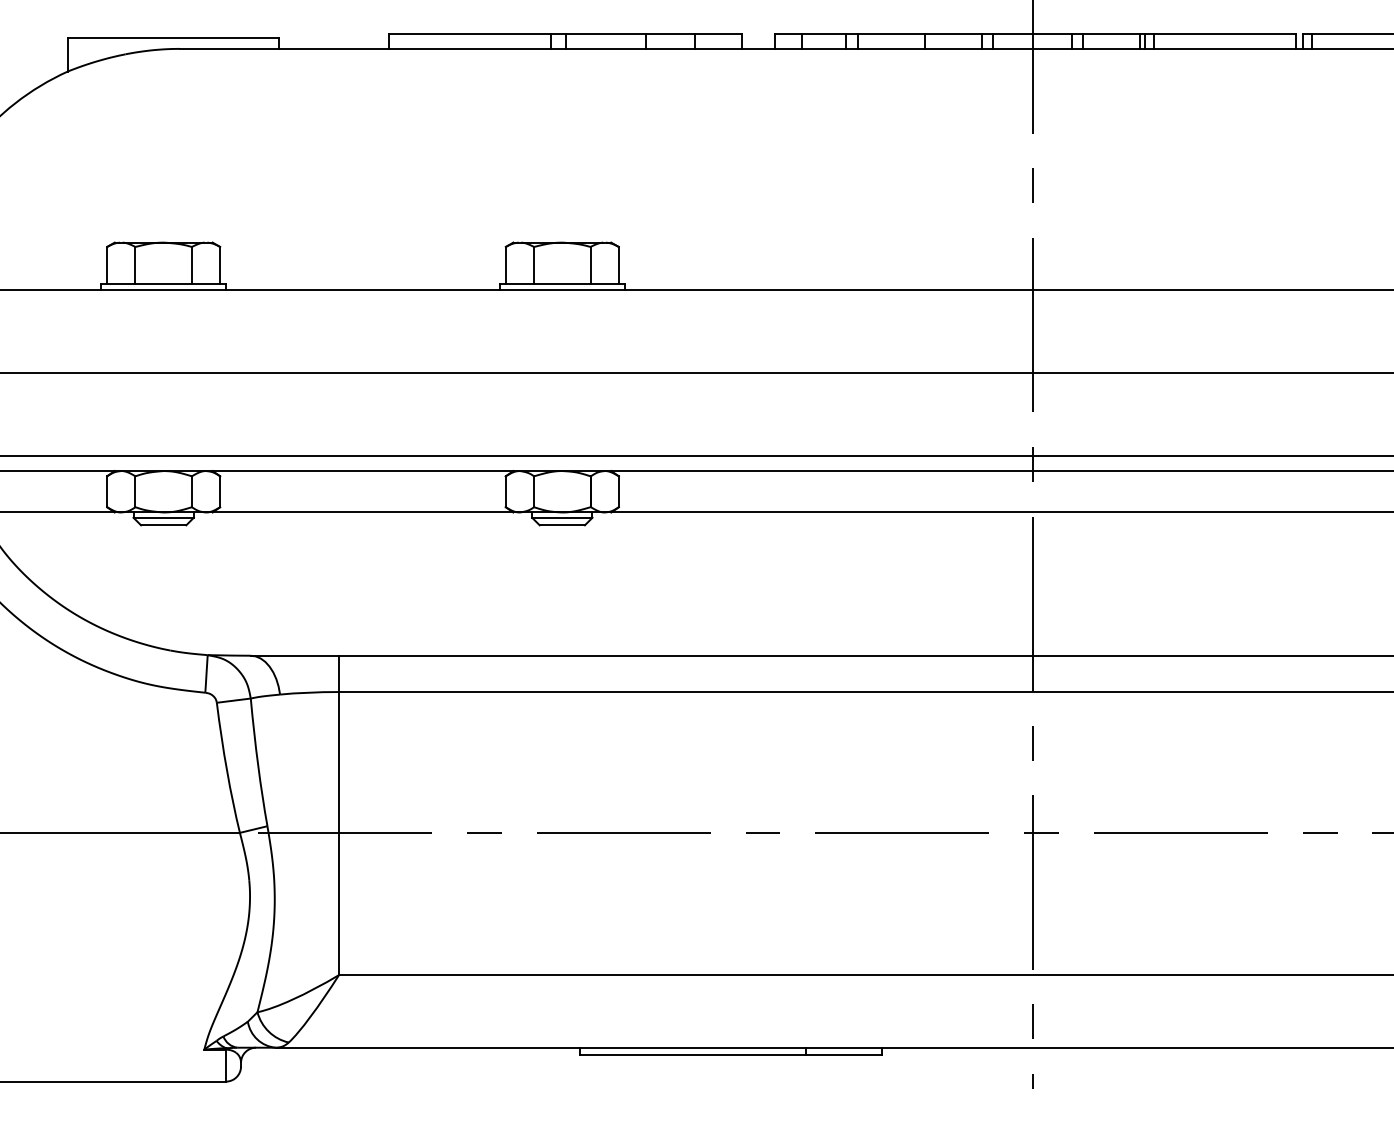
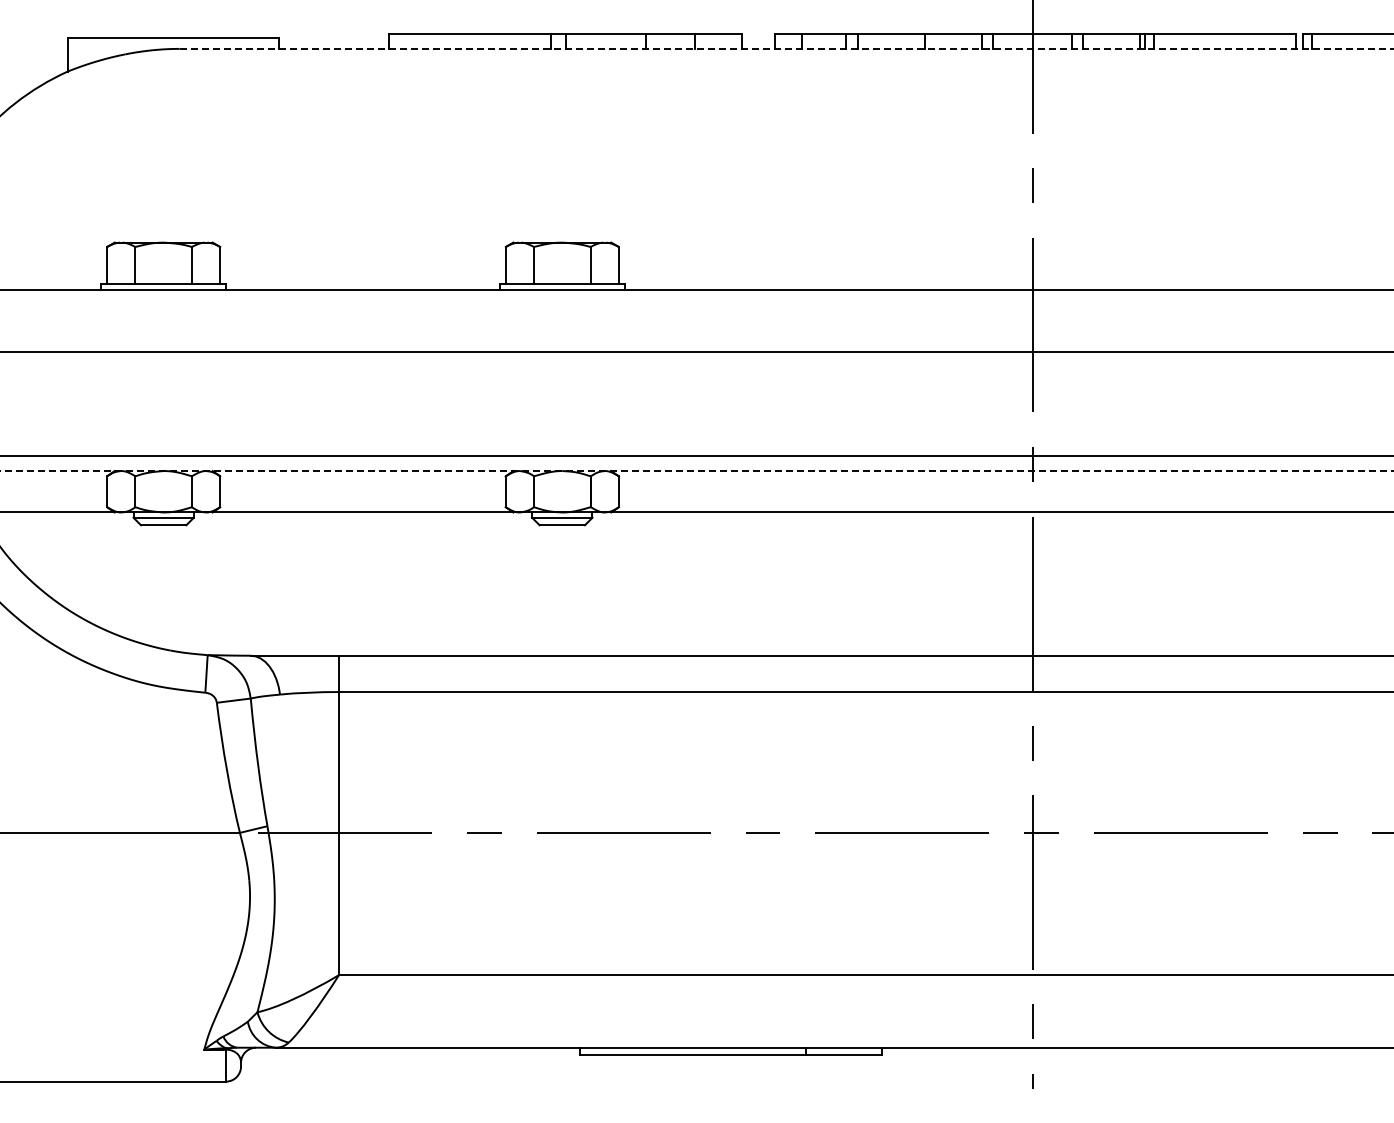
line at (786, 48): solid -> dashed
line at (696, 373) position: (696, 373) -> (696, 352)
line at (697, 471): solid -> dashed
